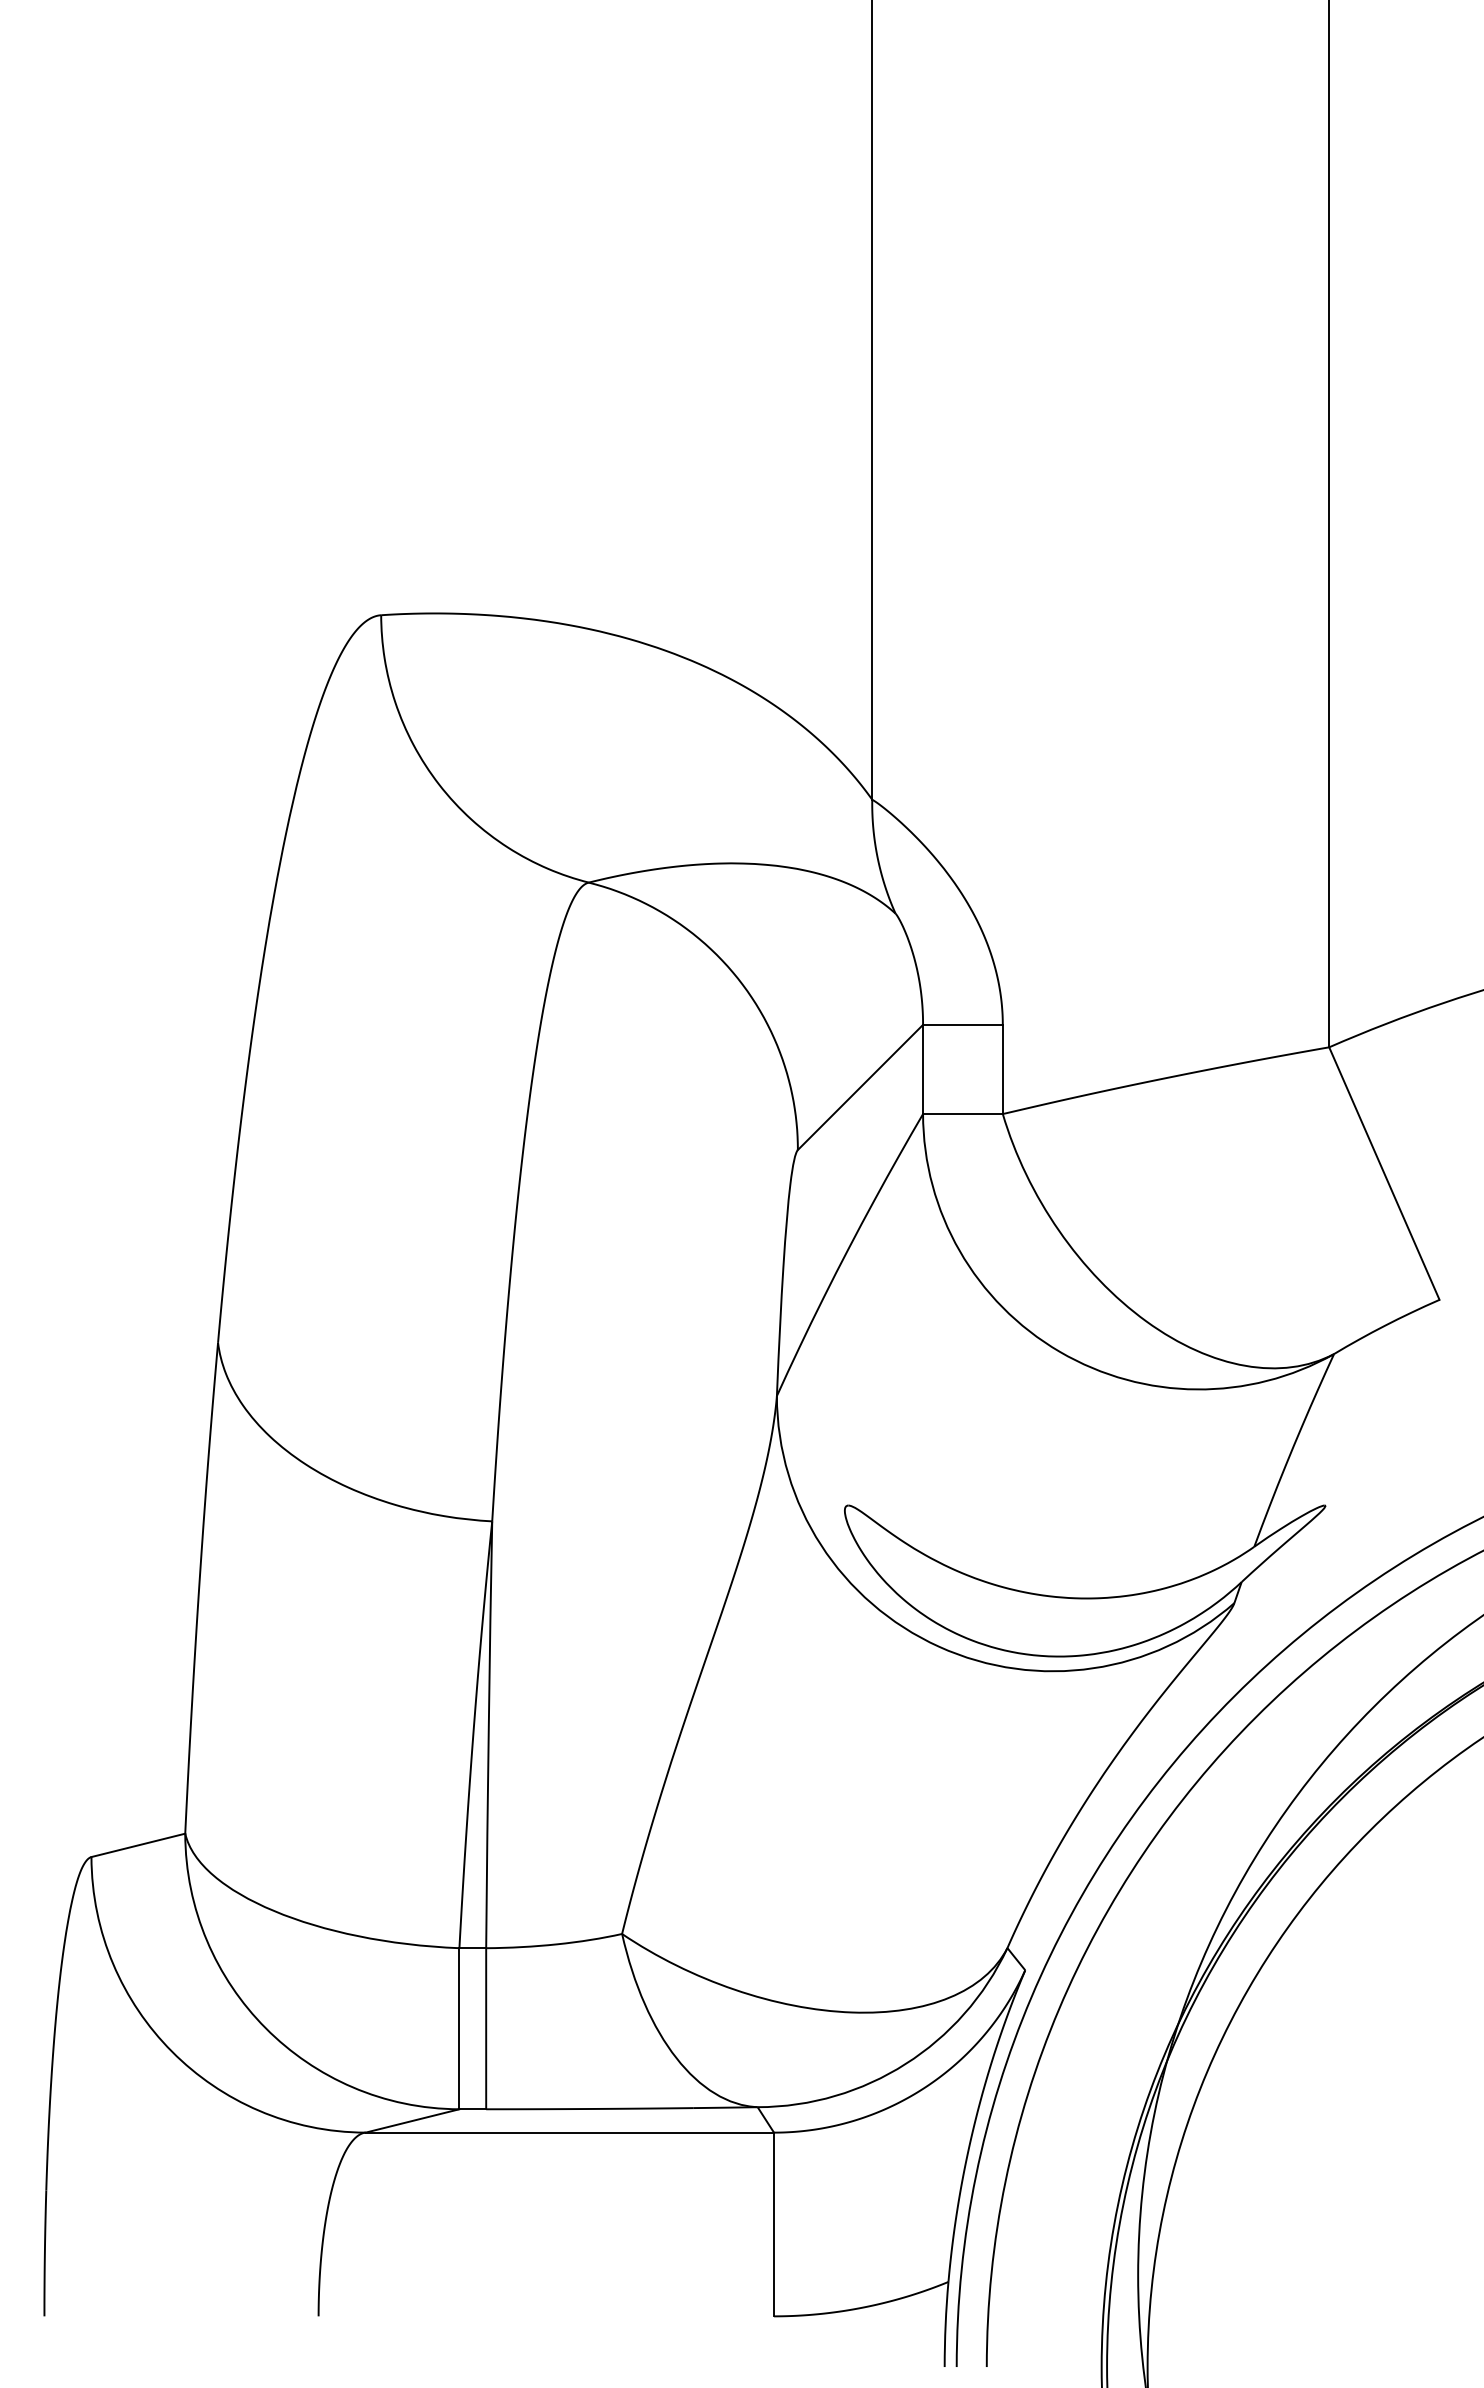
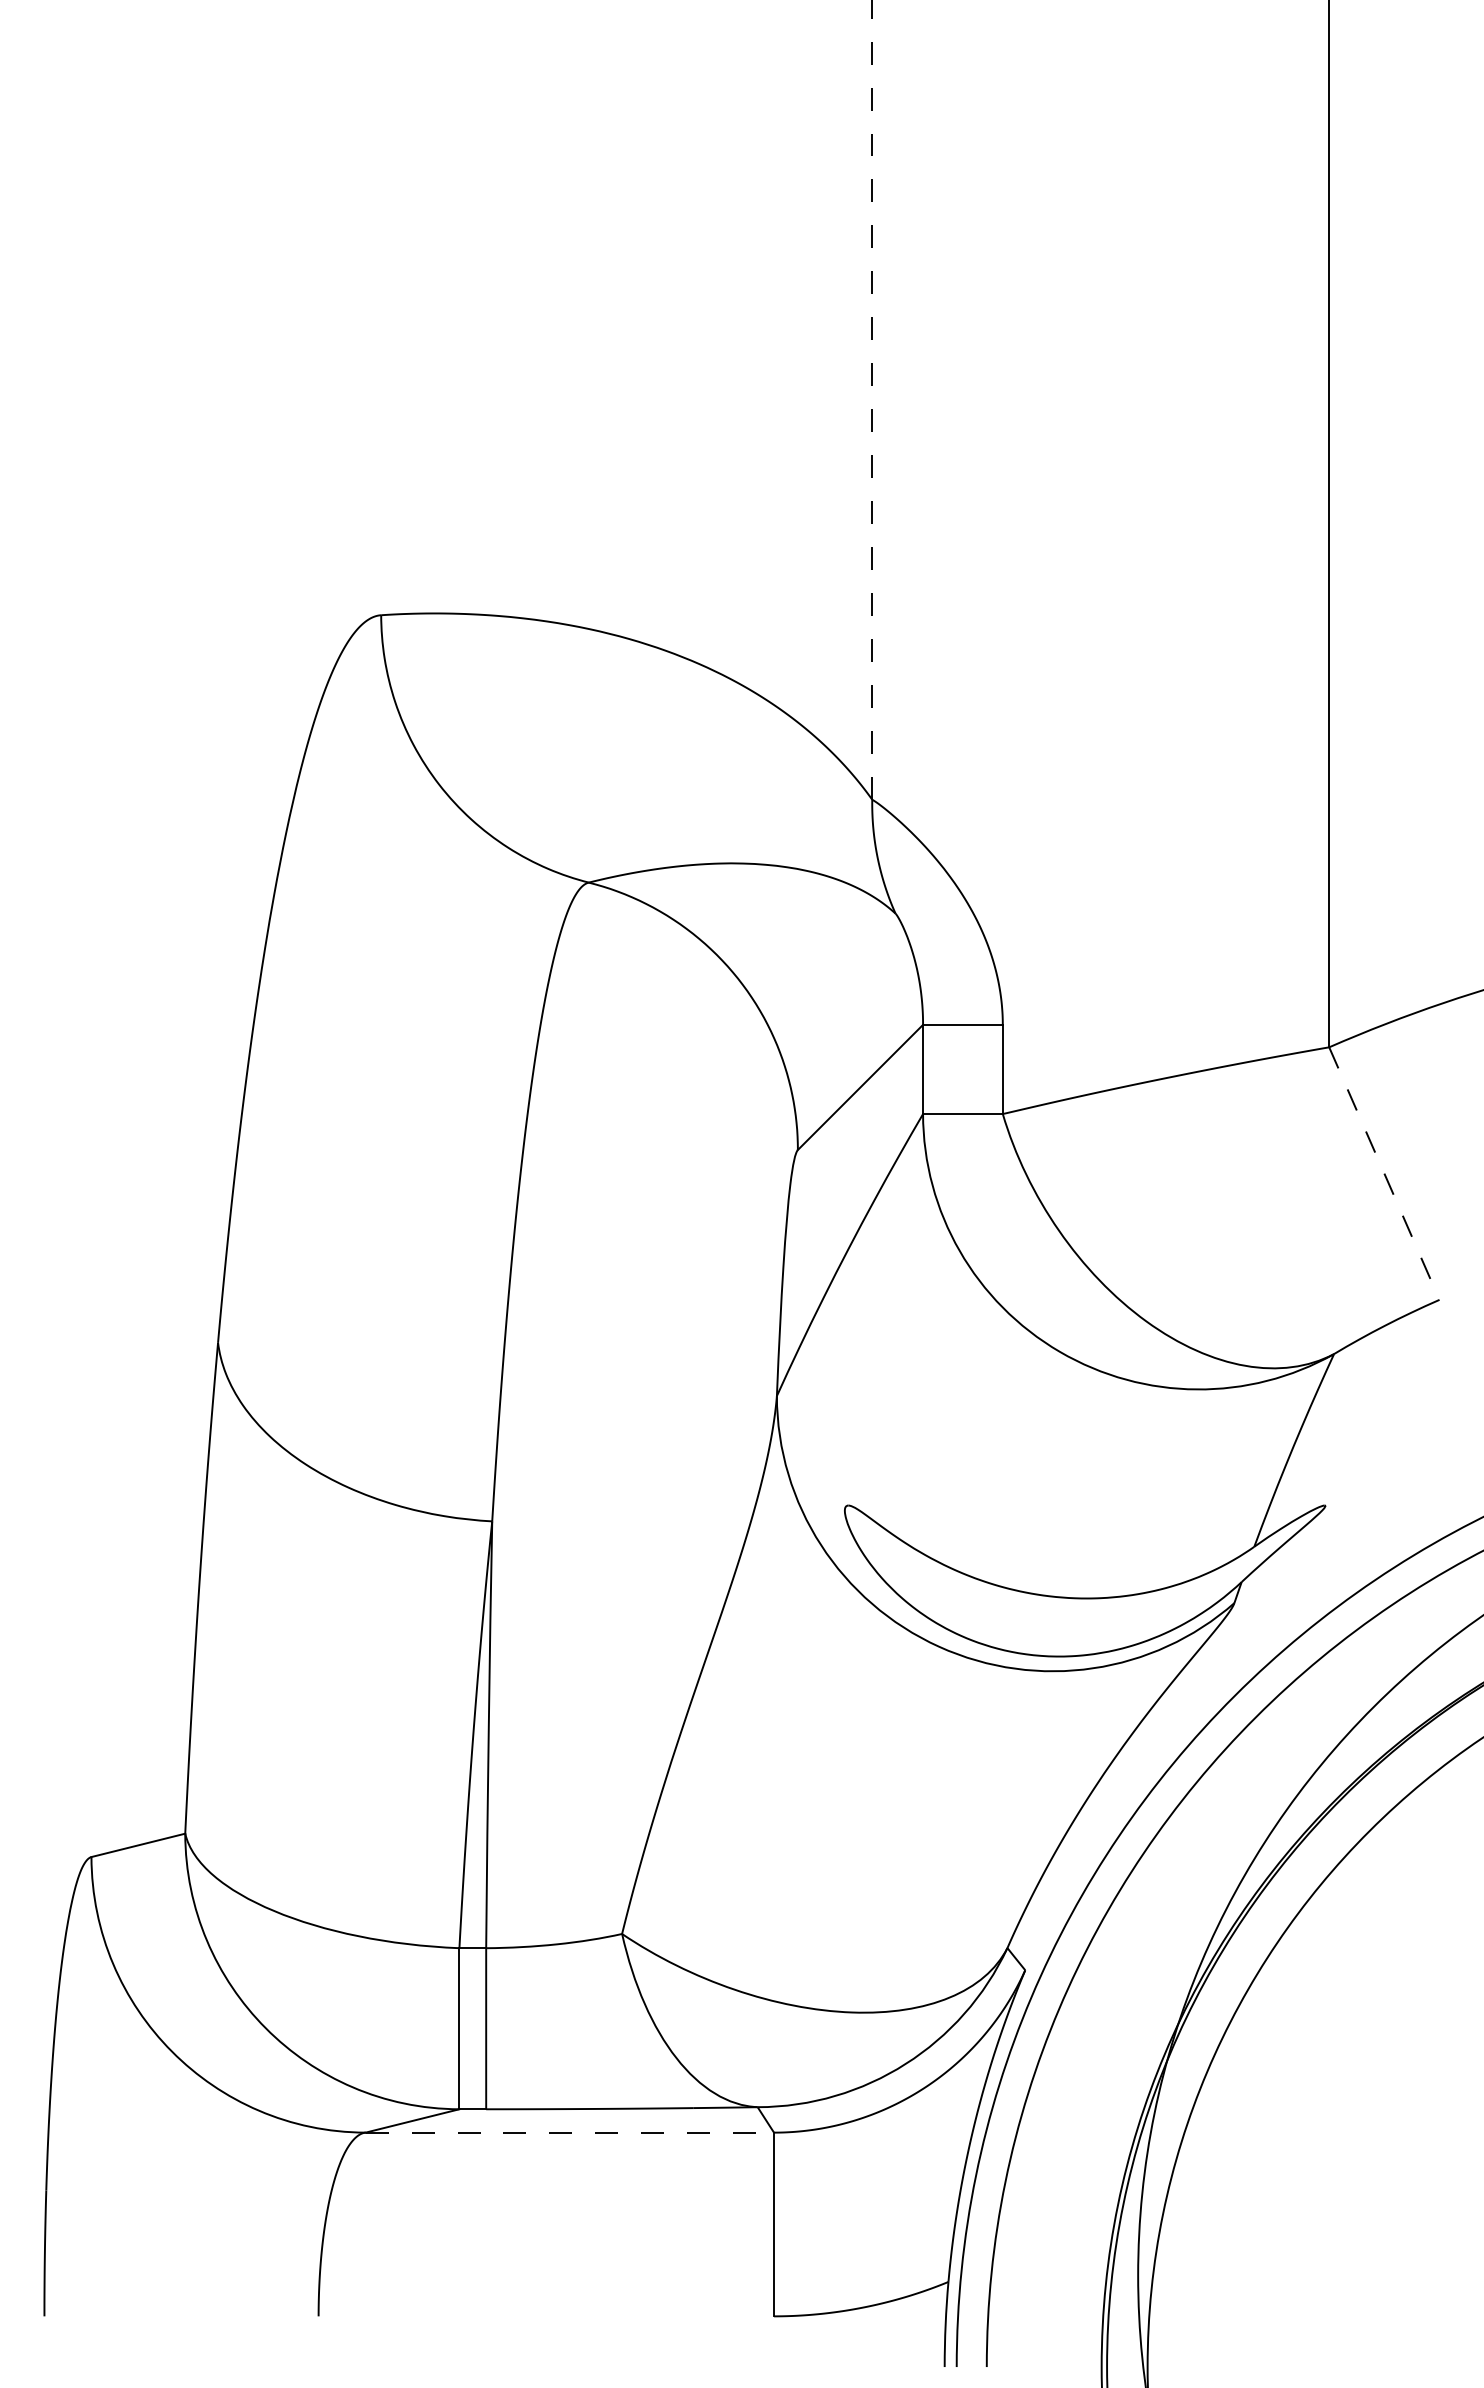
line at (872, 399): solid -> dashed
line at (1384, 1173): solid -> dashed
line at (570, 2132): solid -> dashed
